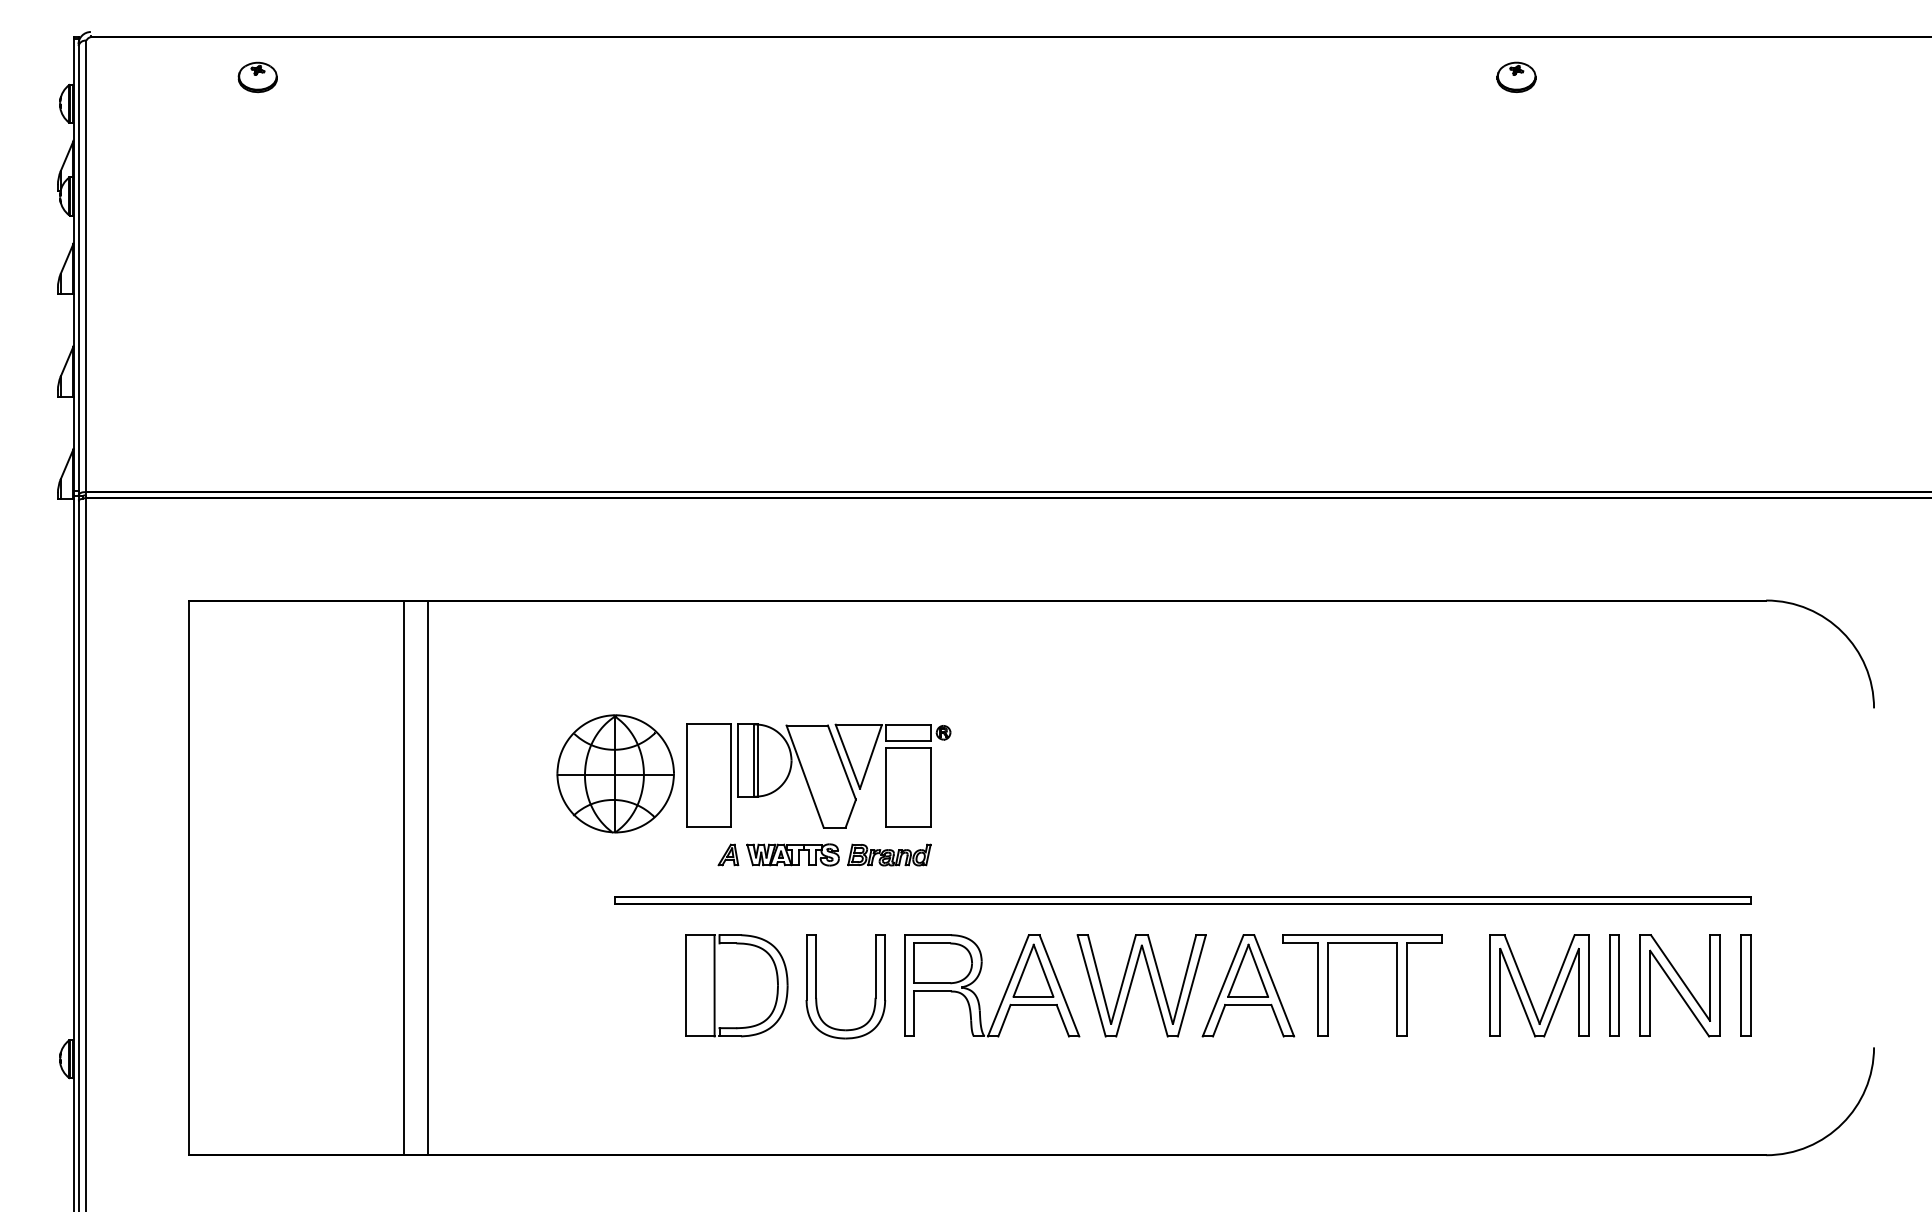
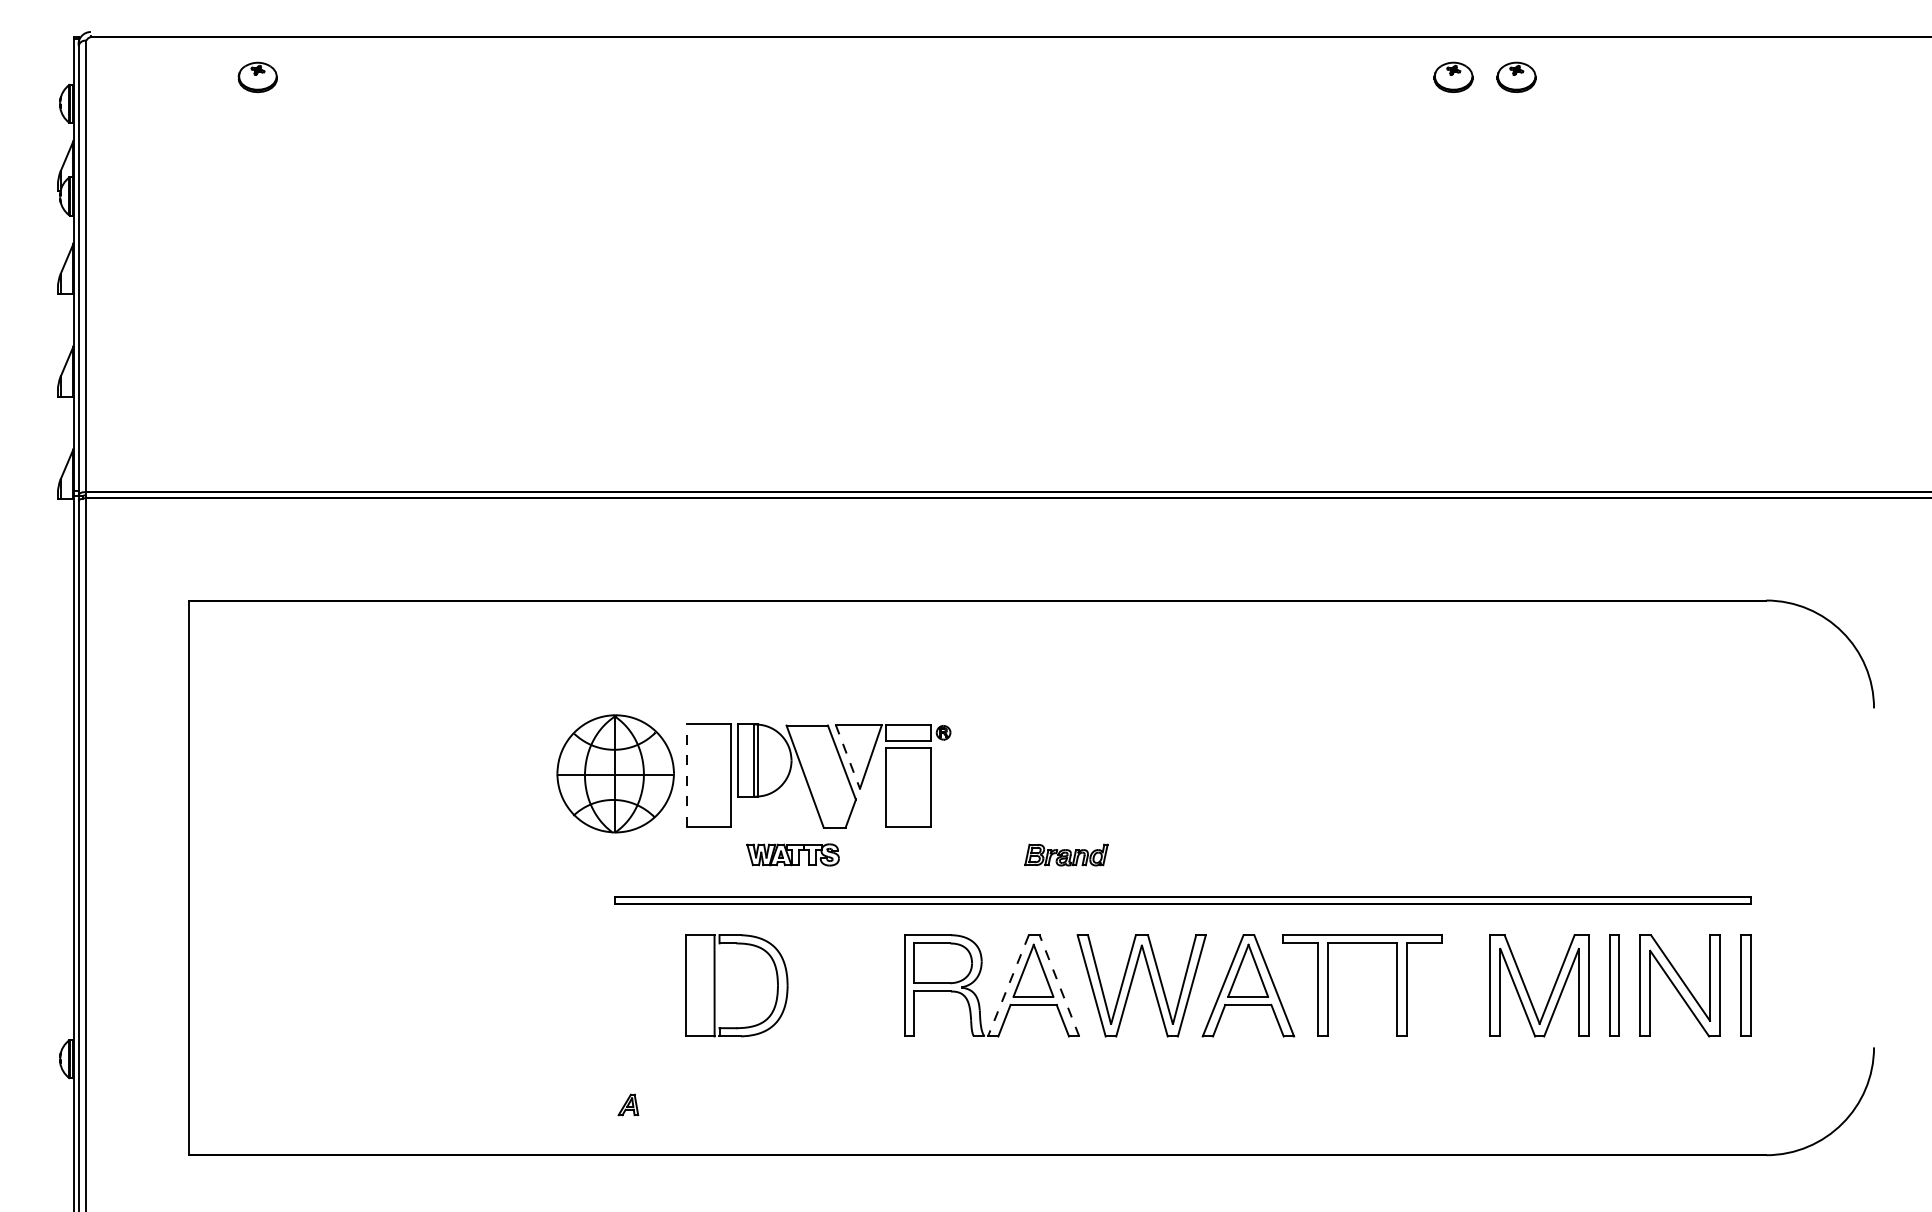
part at (1453, 76): none -> present
line at (848, 757): solid -> dashed
line at (686, 775): solid -> dashed
part at (728, 854) position: (728, 854) -> (628, 1104)
part at (889, 854) position: (889, 854) -> (1066, 854)
line at (403, 877): present -> none
line at (427, 877): present -> none
line at (1008, 985): solid -> dashed
line at (1059, 985): solid -> dashed
part at (816, 986): present -> none
